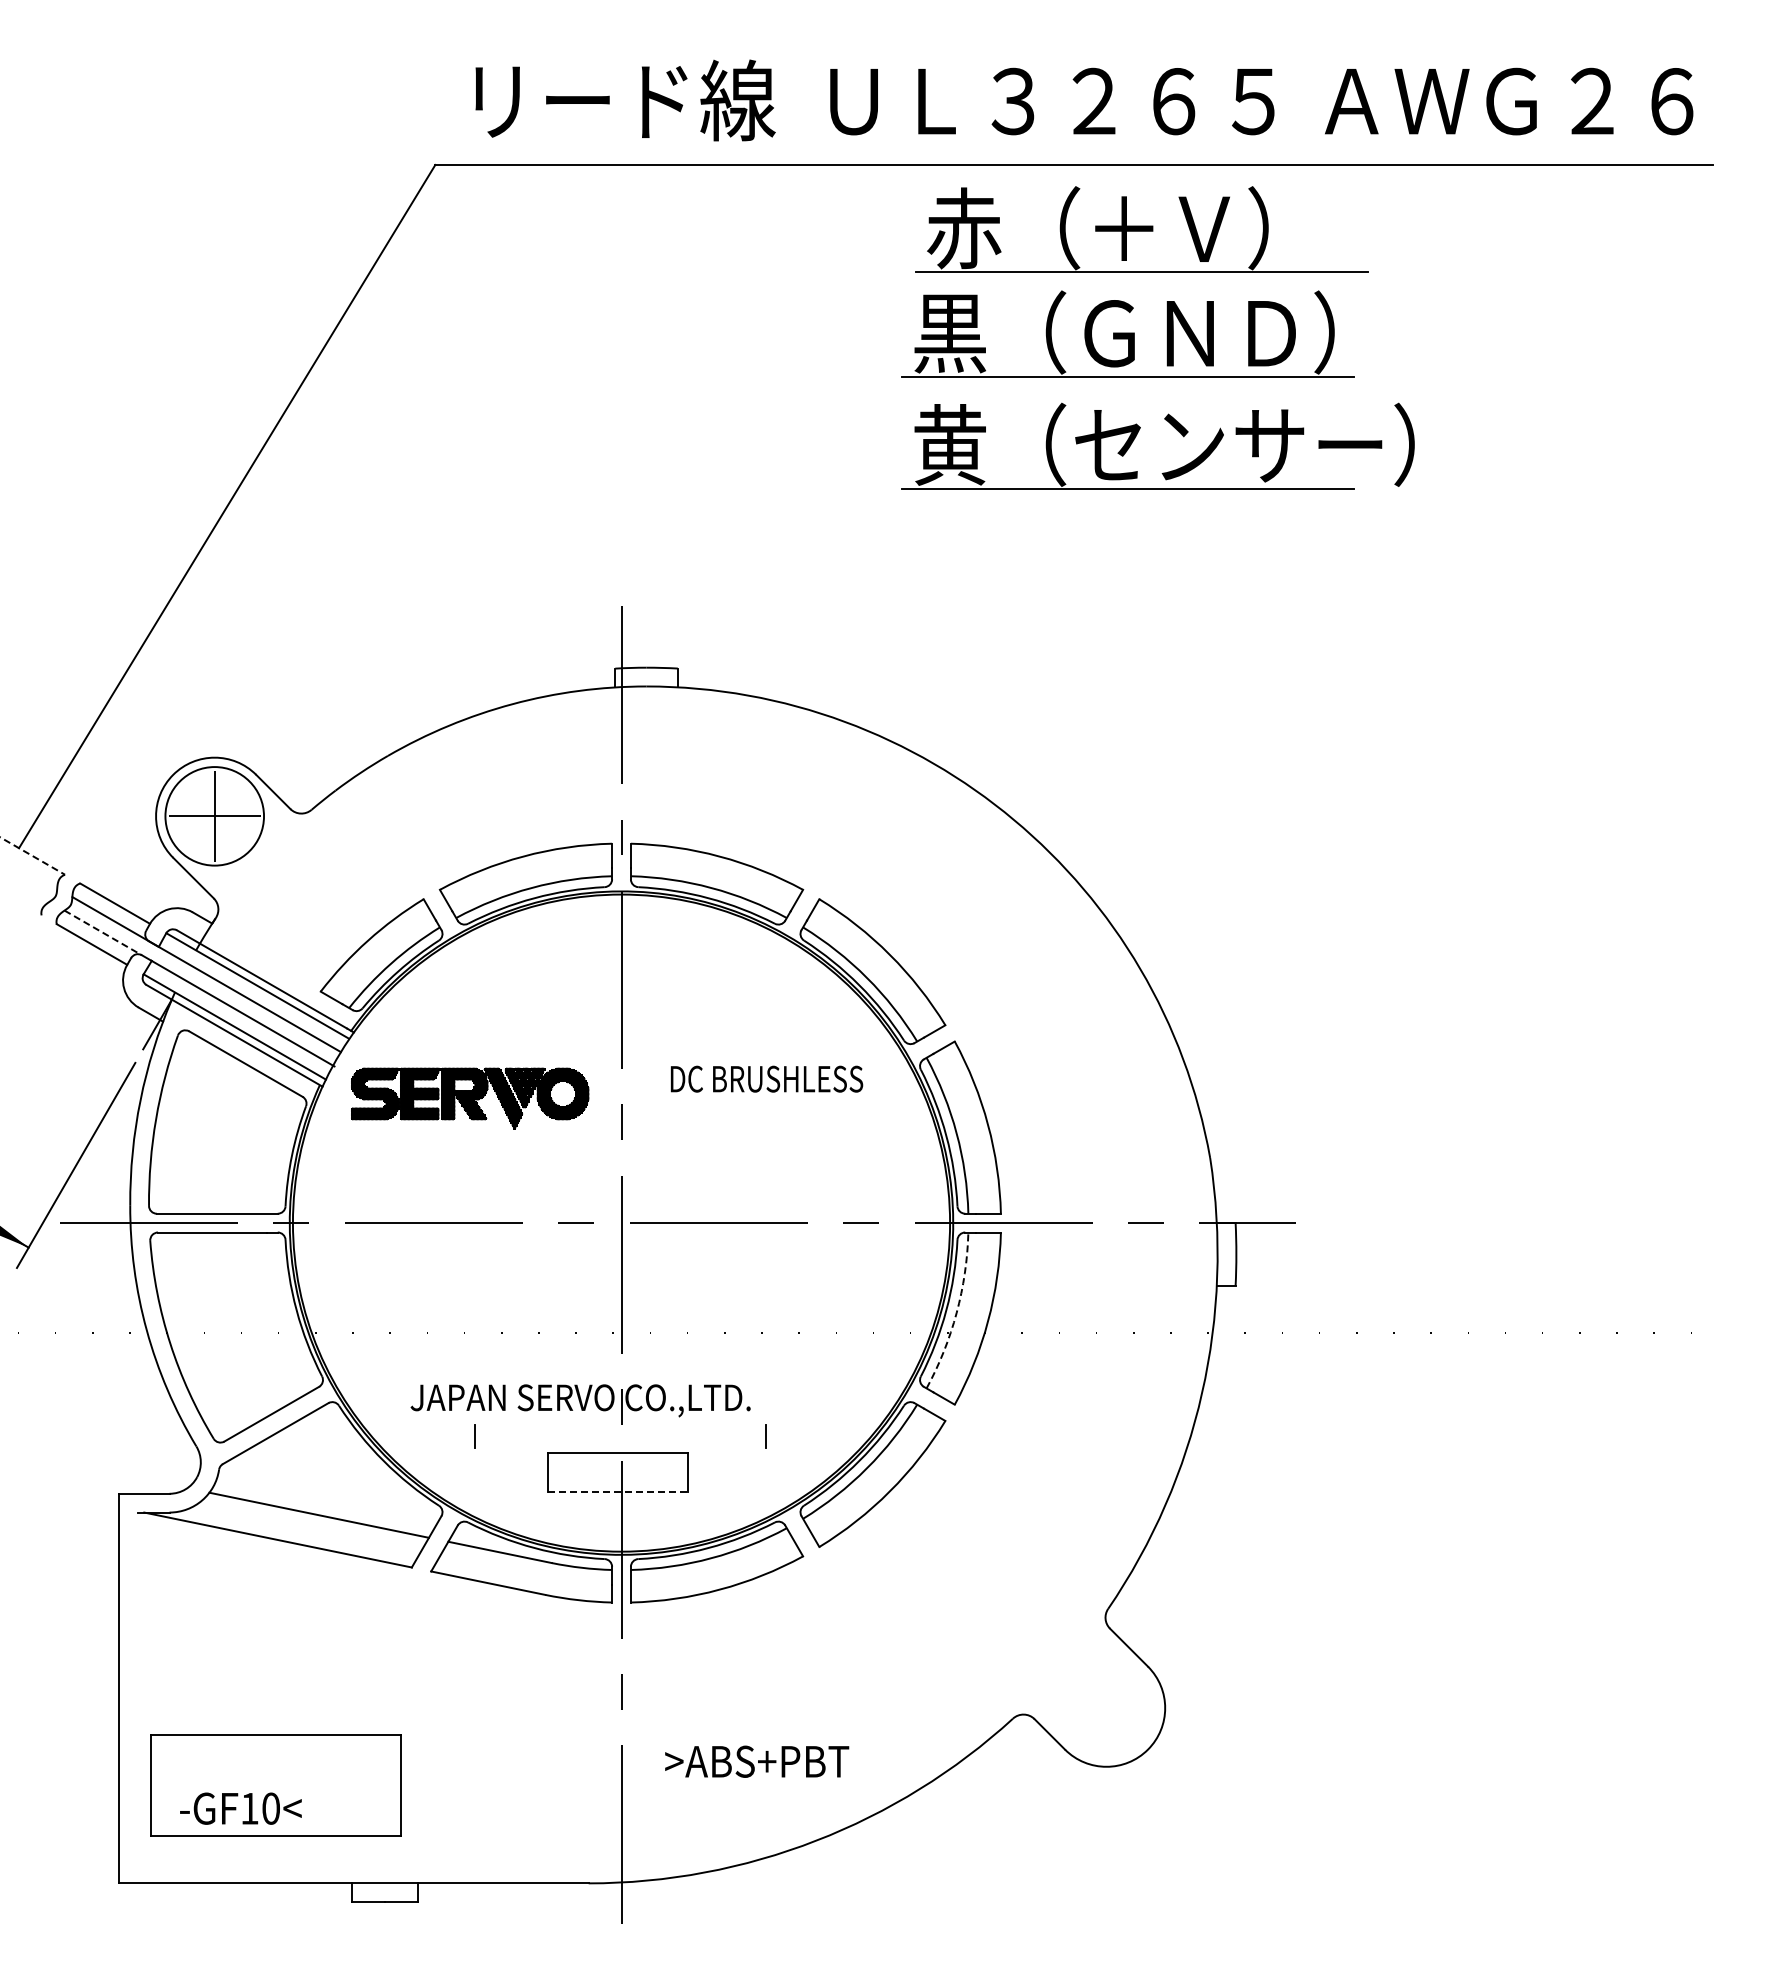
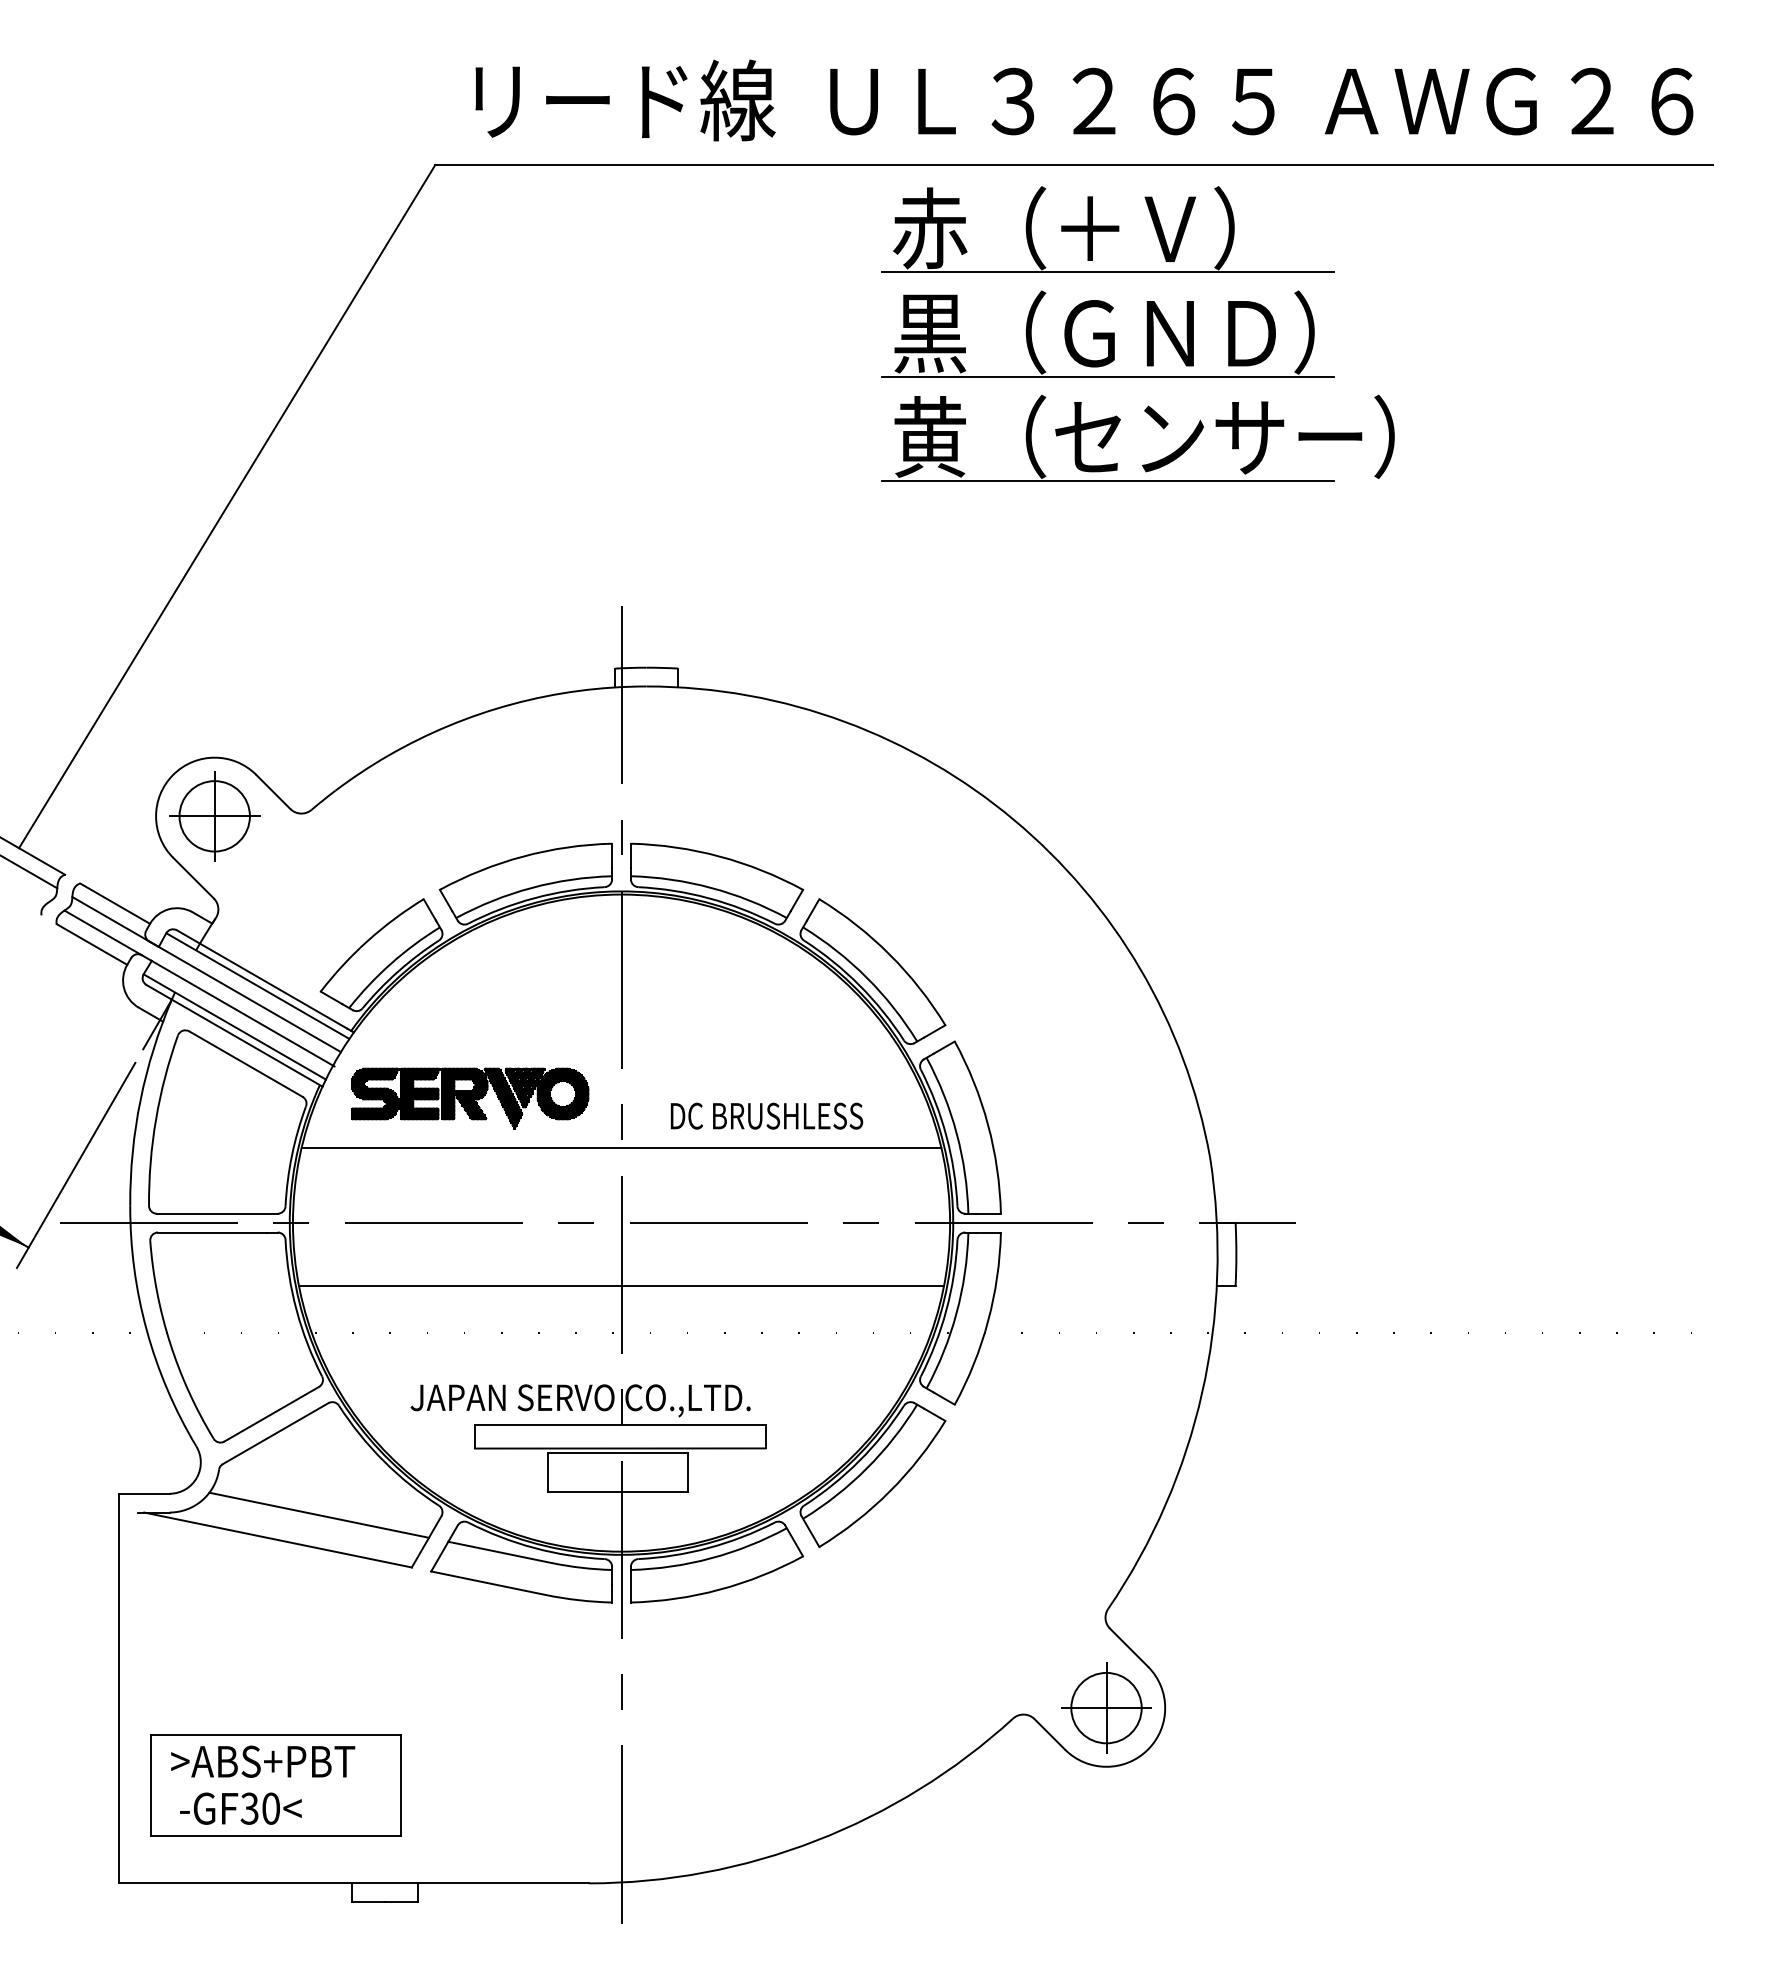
part at (1141, 229) position: (1141, 229) -> (1107, 229)
part at (1127, 333) position: (1127, 333) -> (1107, 333)
part at (1137, 434) position: (1137, 434) -> (1117, 426)
circle at (214, 816) diameter: 99 px -> 70 px
line at (33, 856): dashed -> solid
line at (29, 872): none -> present
line at (103, 932): dashed -> solid
text at (767, 1078) position: (767, 1078) -> (767, 1115)
line at (621, 1148): none -> present
line at (621, 1285): none -> present
arc at (956, 1312): dashed -> solid
line at (620, 1425): none -> present
line at (620, 1448): none -> present
line at (618, 1492): dashed -> solid
part at (1106, 1707): none -> present
text at (757, 1761) position: (757, 1761) -> (263, 1761)
text at (249, 1808): -GF10< -> -GF30<
